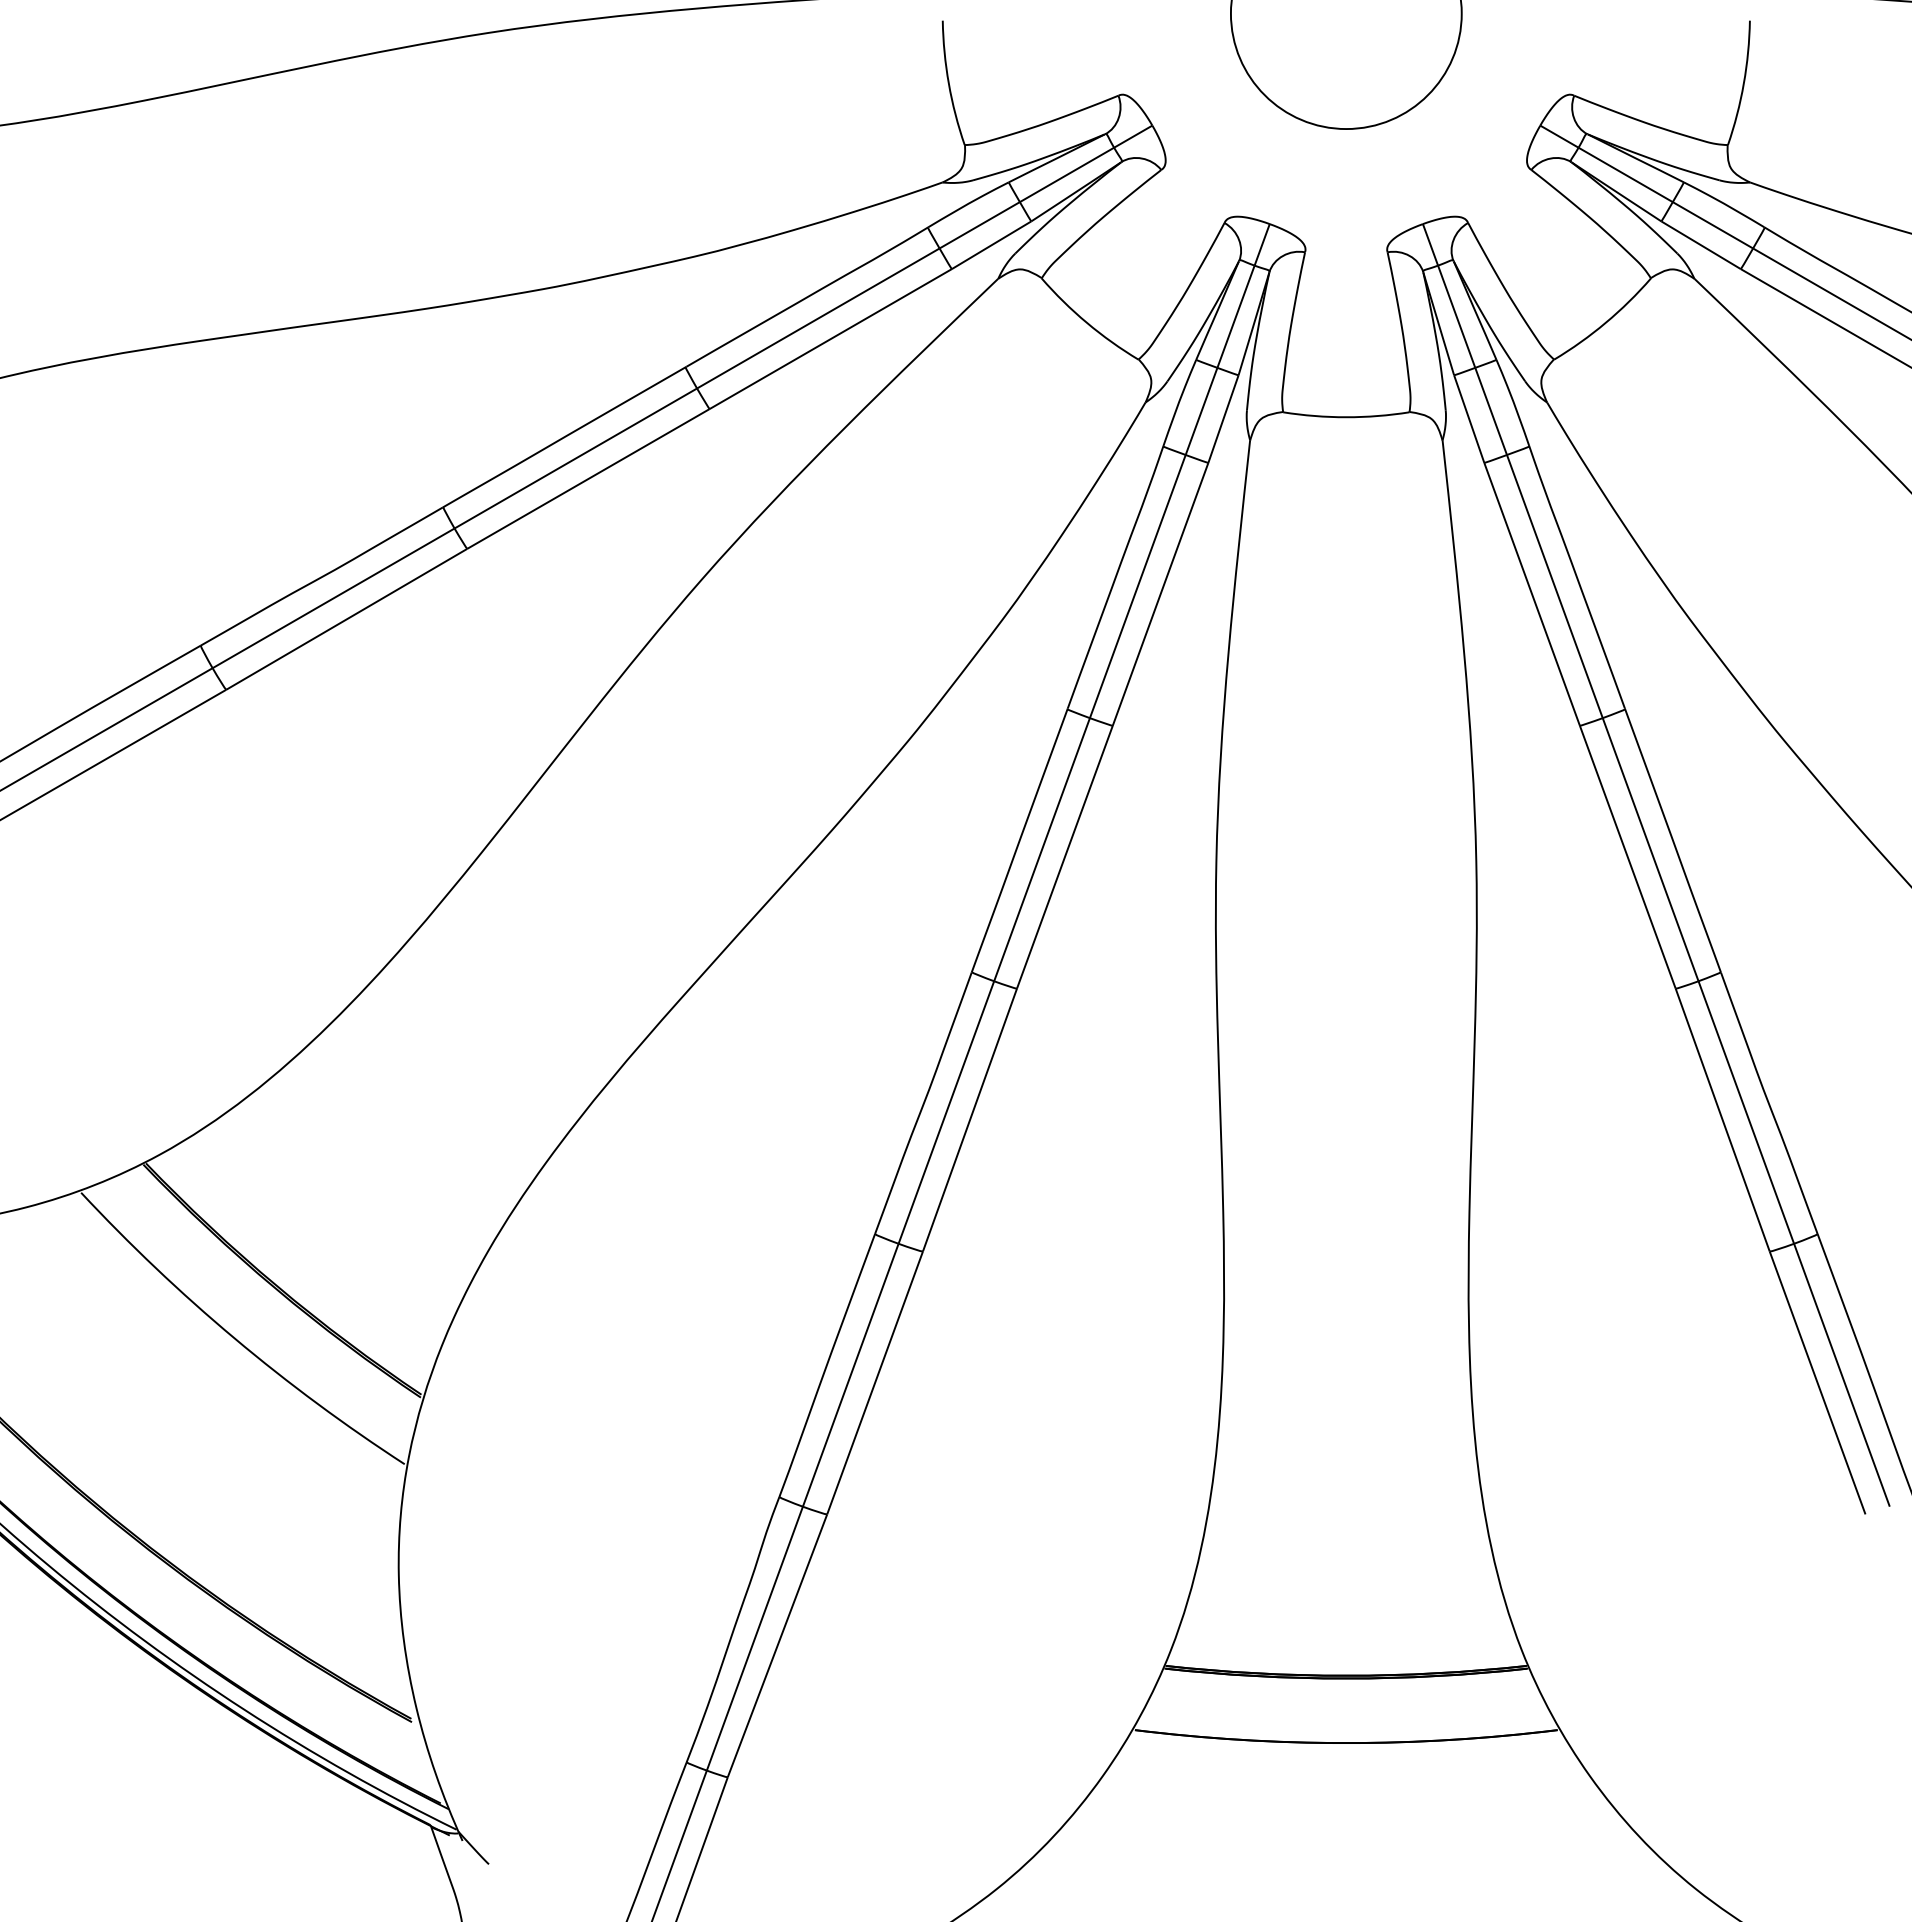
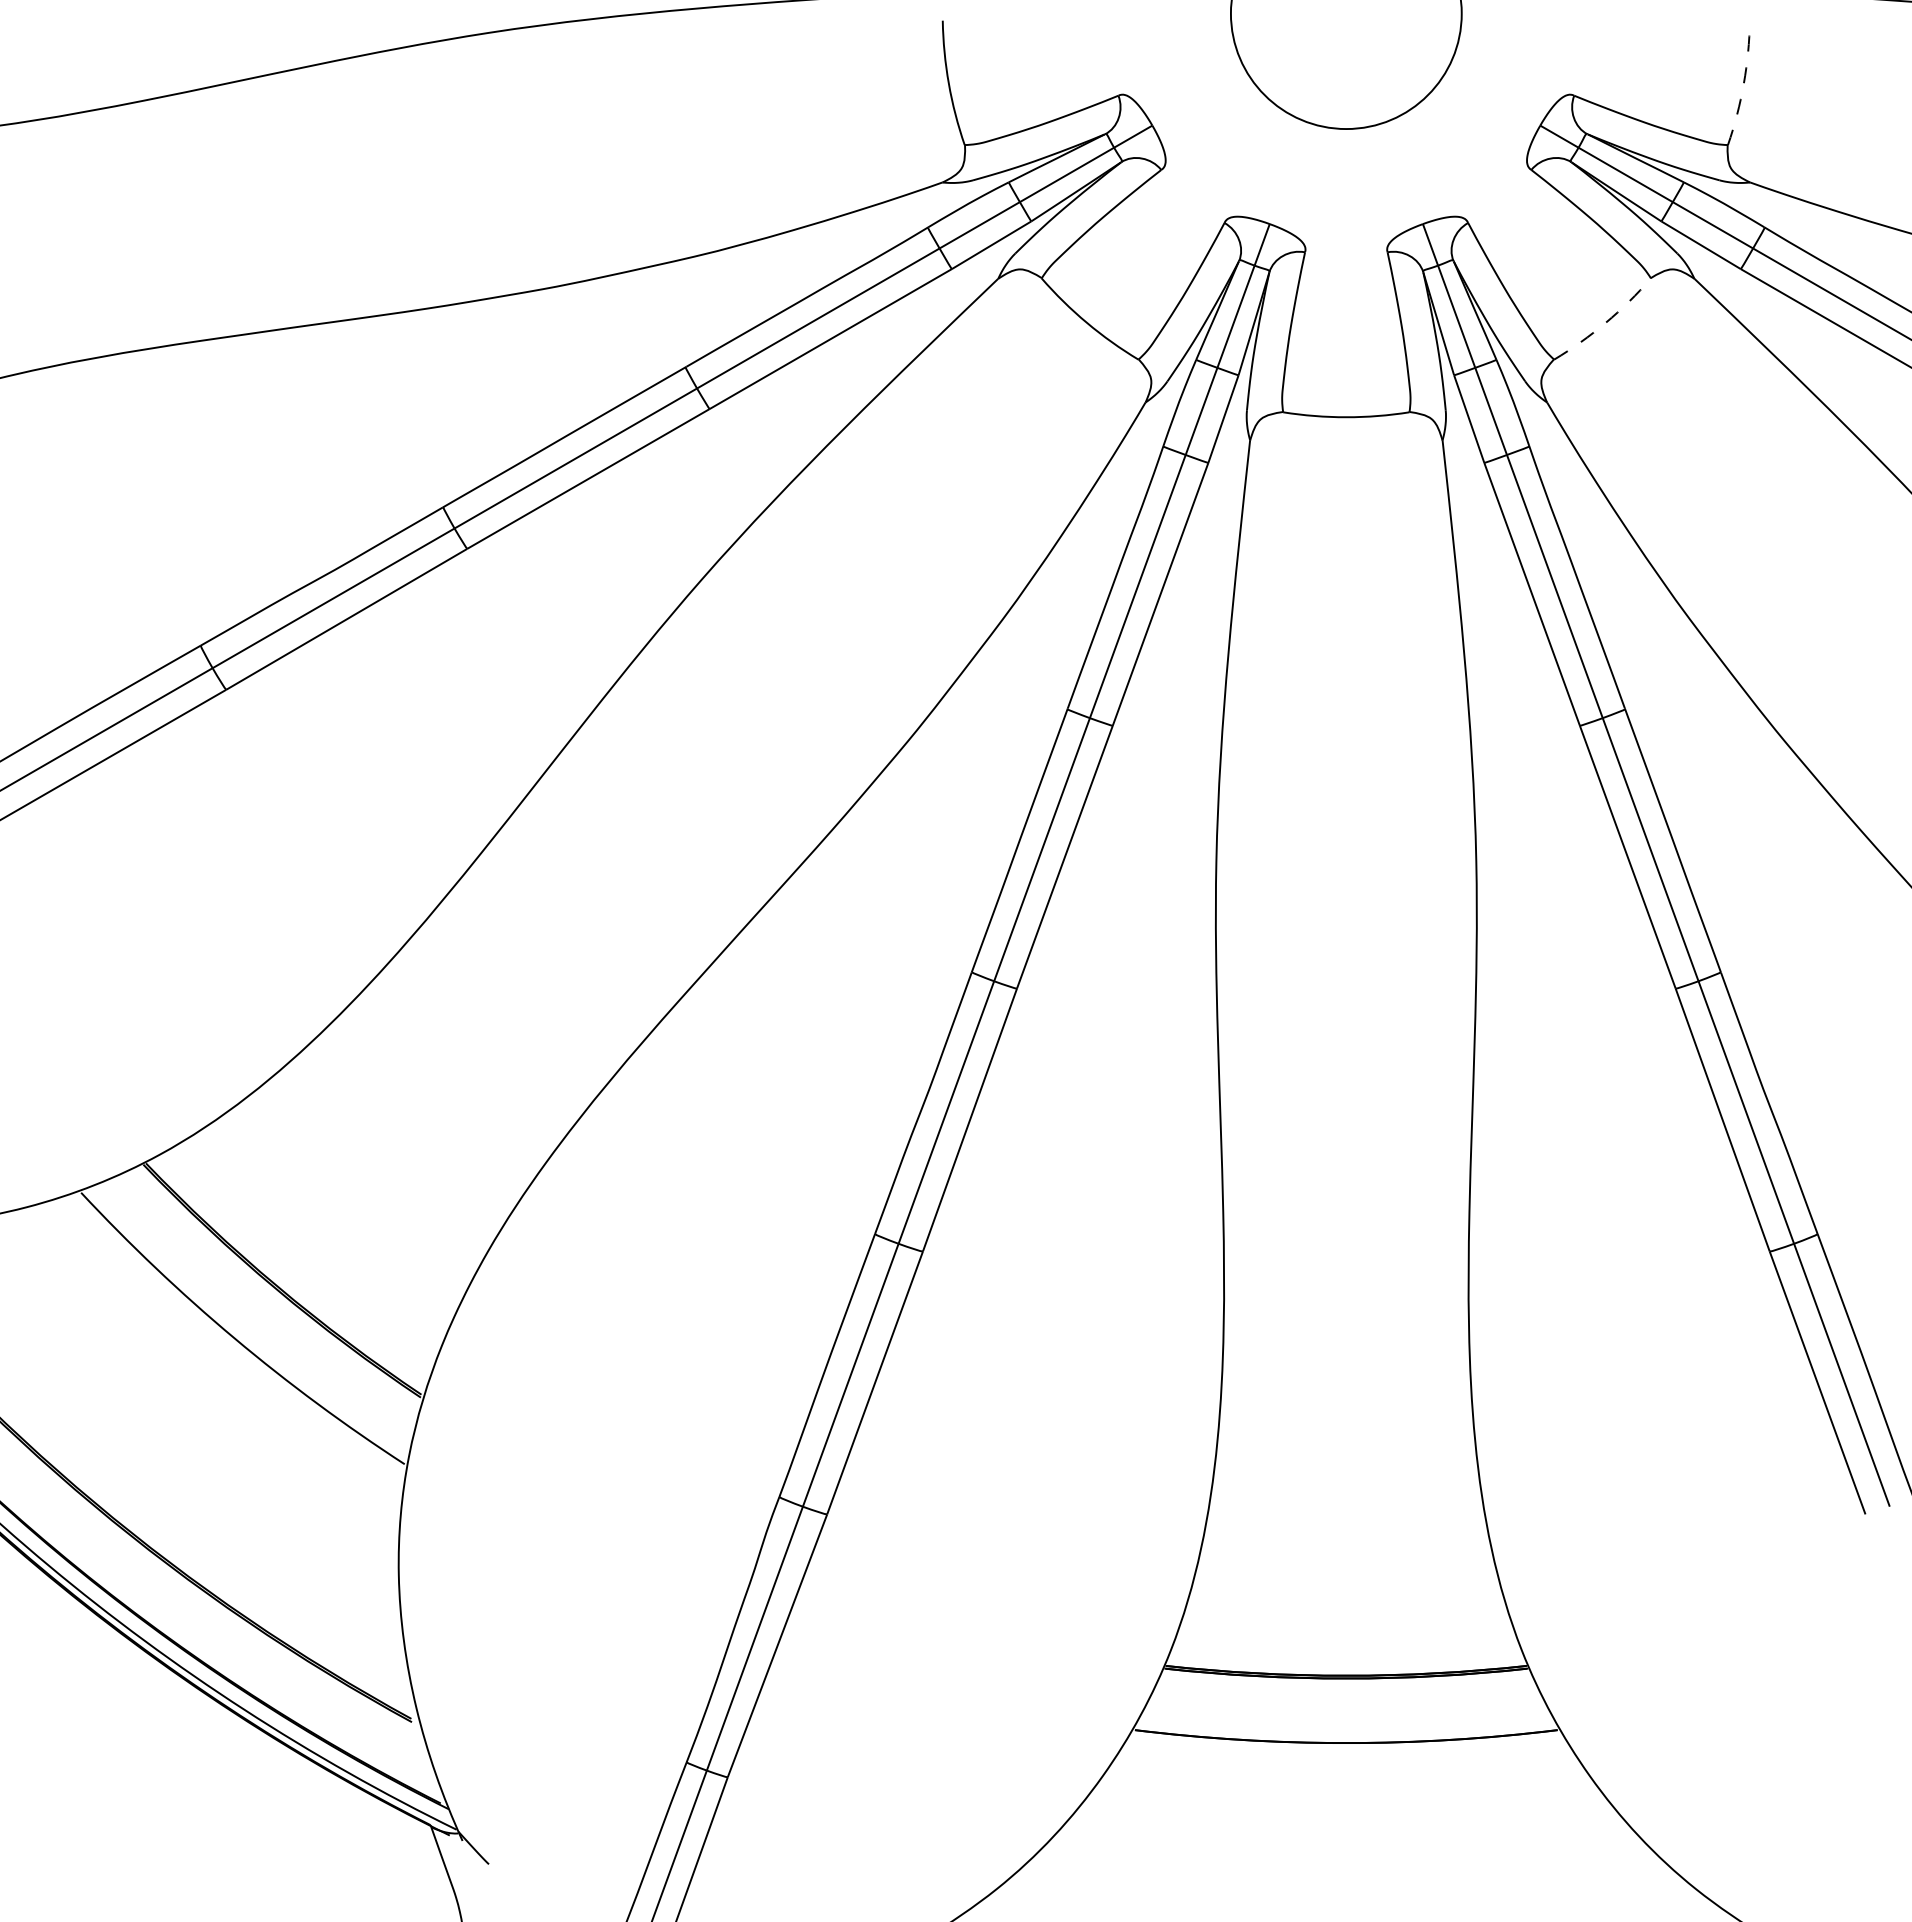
arc at (1743, 83): solid -> dashed
arc at (1605, 322): solid -> dashed
